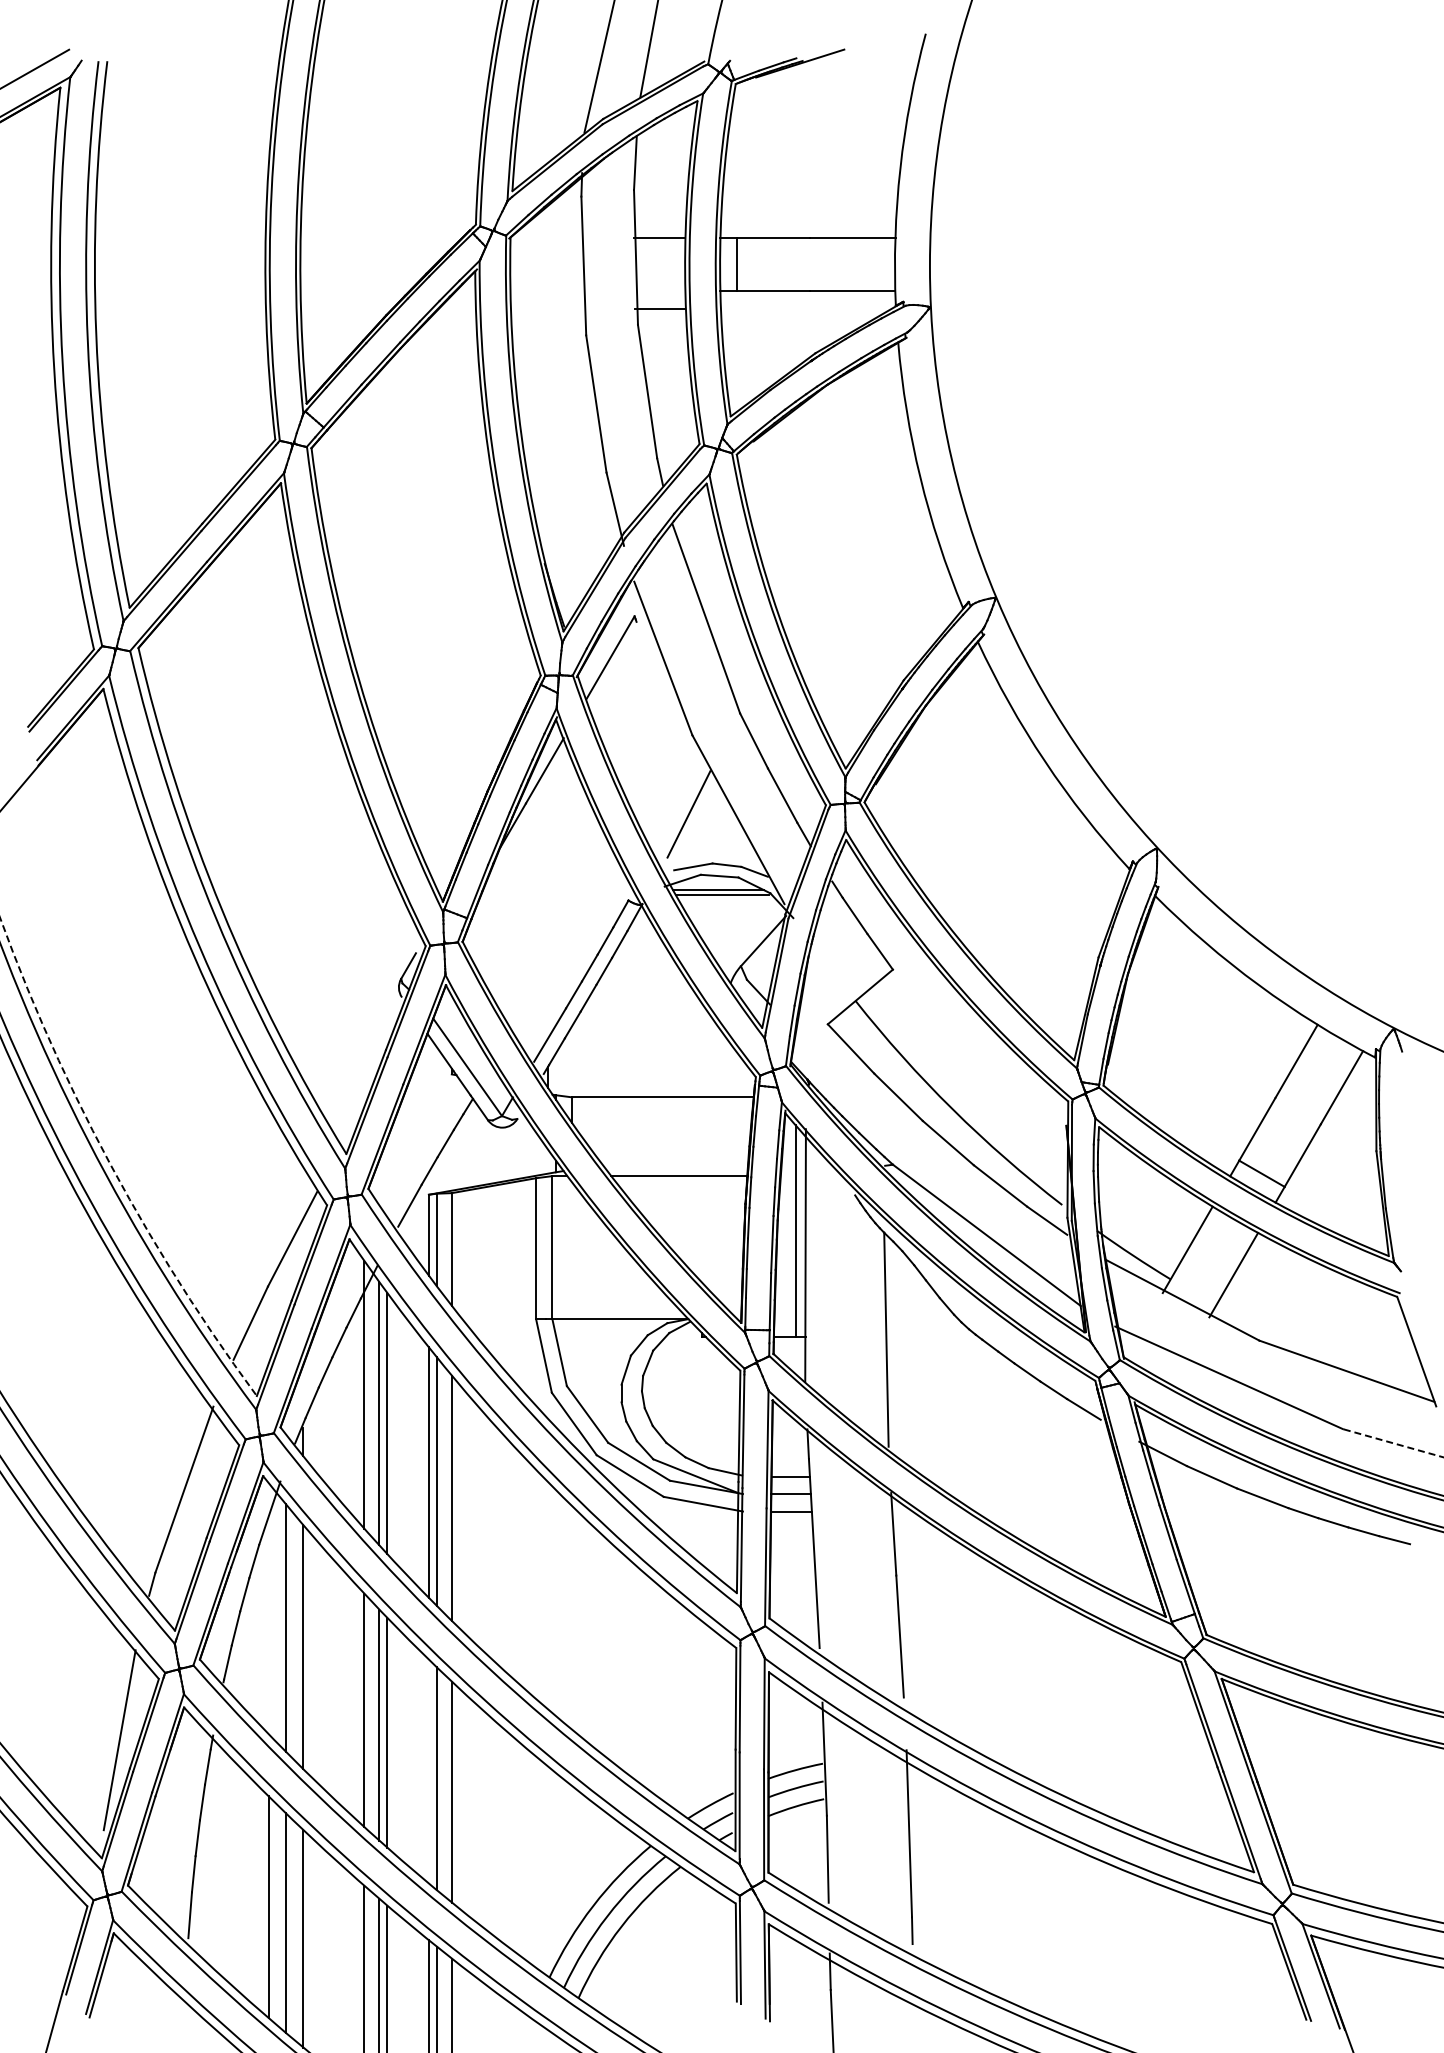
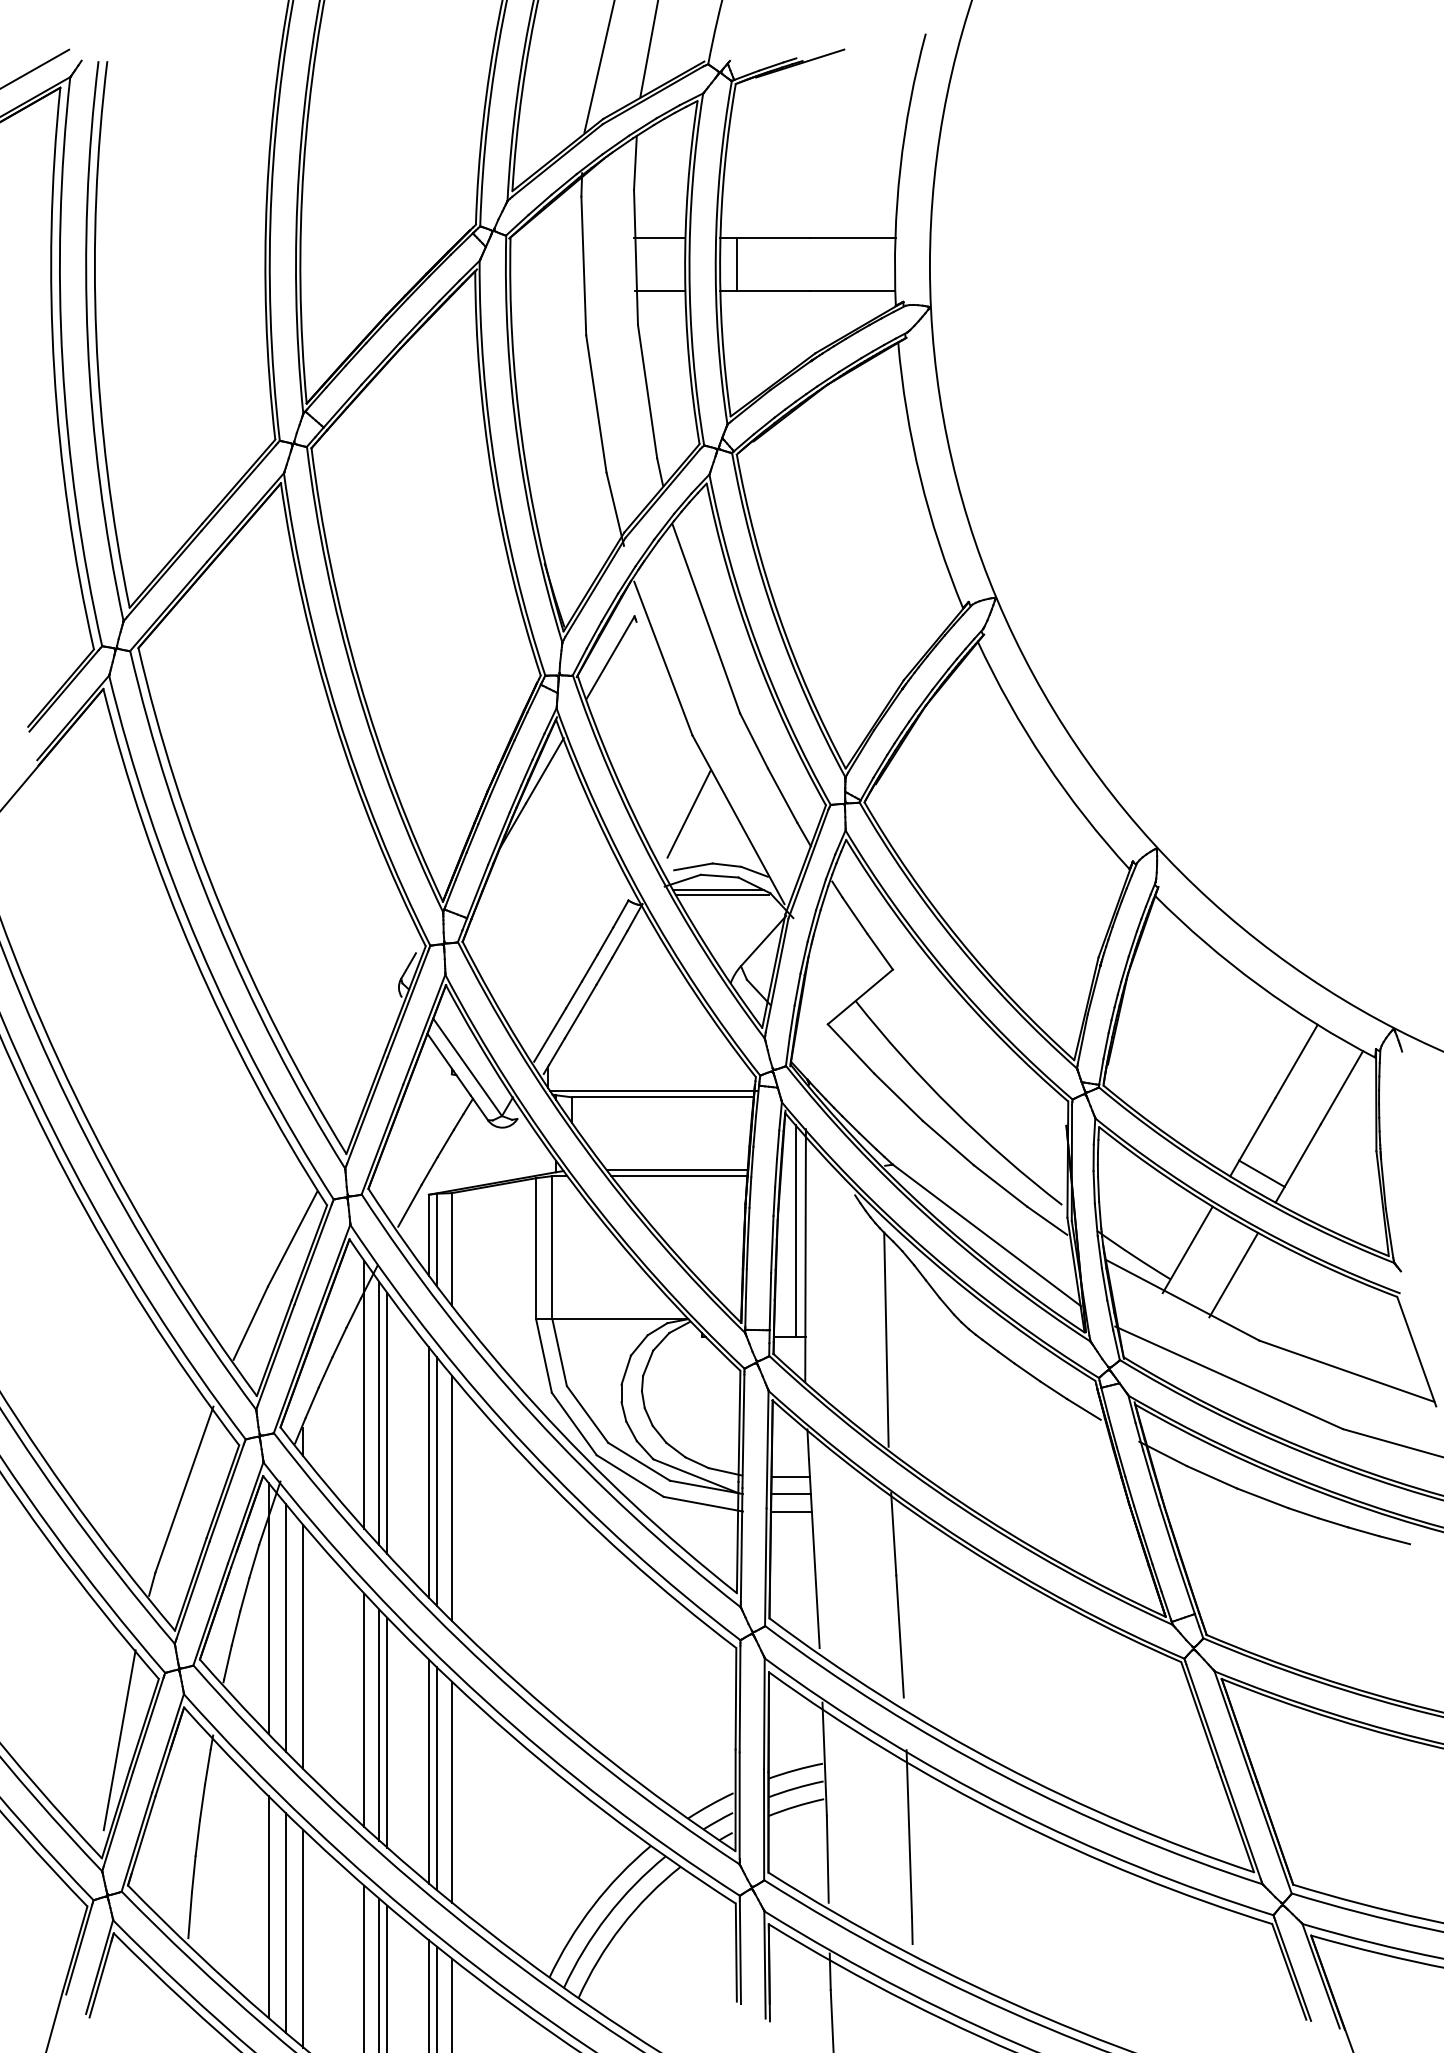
line at (660, 308) position: (660, 308) -> (660, 290)
line at (653, 1091): none -> present
arc at (111, 1166): dashed -> solid
line at (677, 1170): none -> present
line at (1393, 1443): dashed -> solid
line at (268, 1607): none -> present
line at (428, 1771): none -> present
